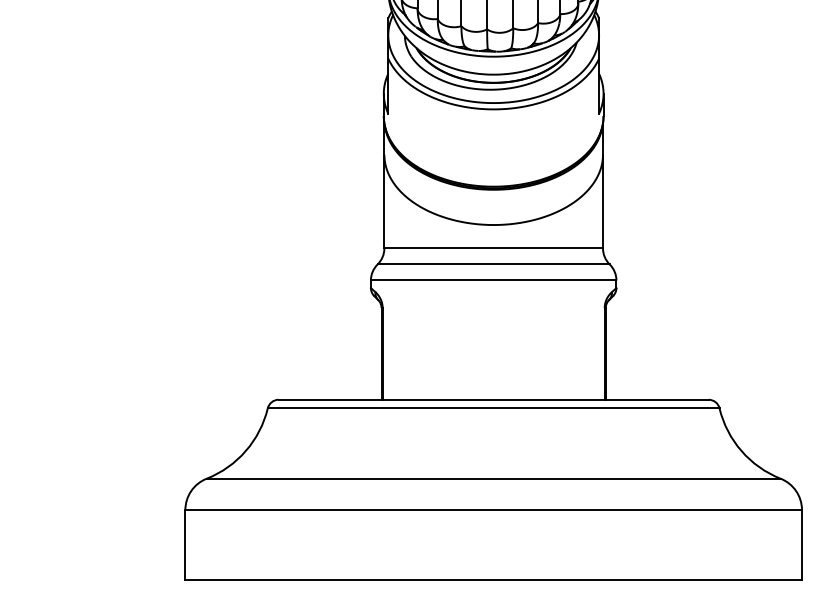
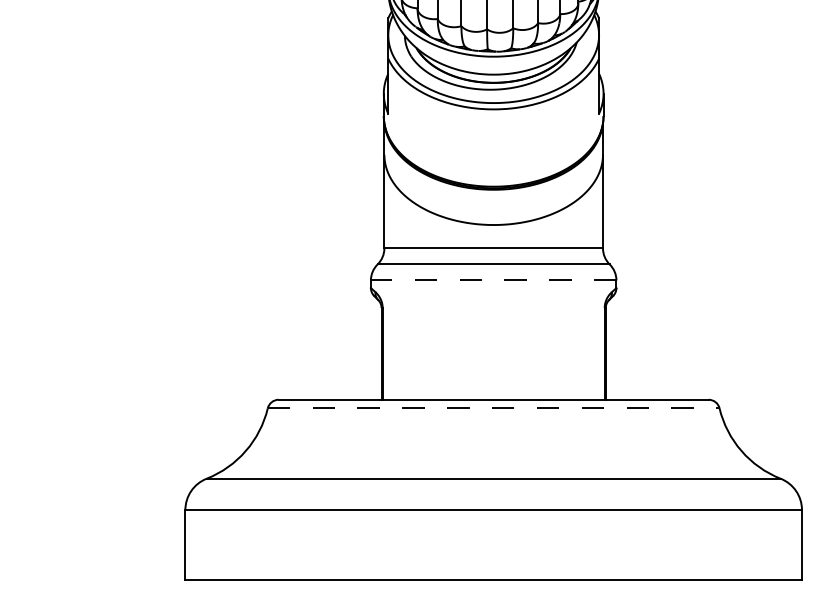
line at (493, 280): solid -> dashed
line at (493, 408): solid -> dashed
